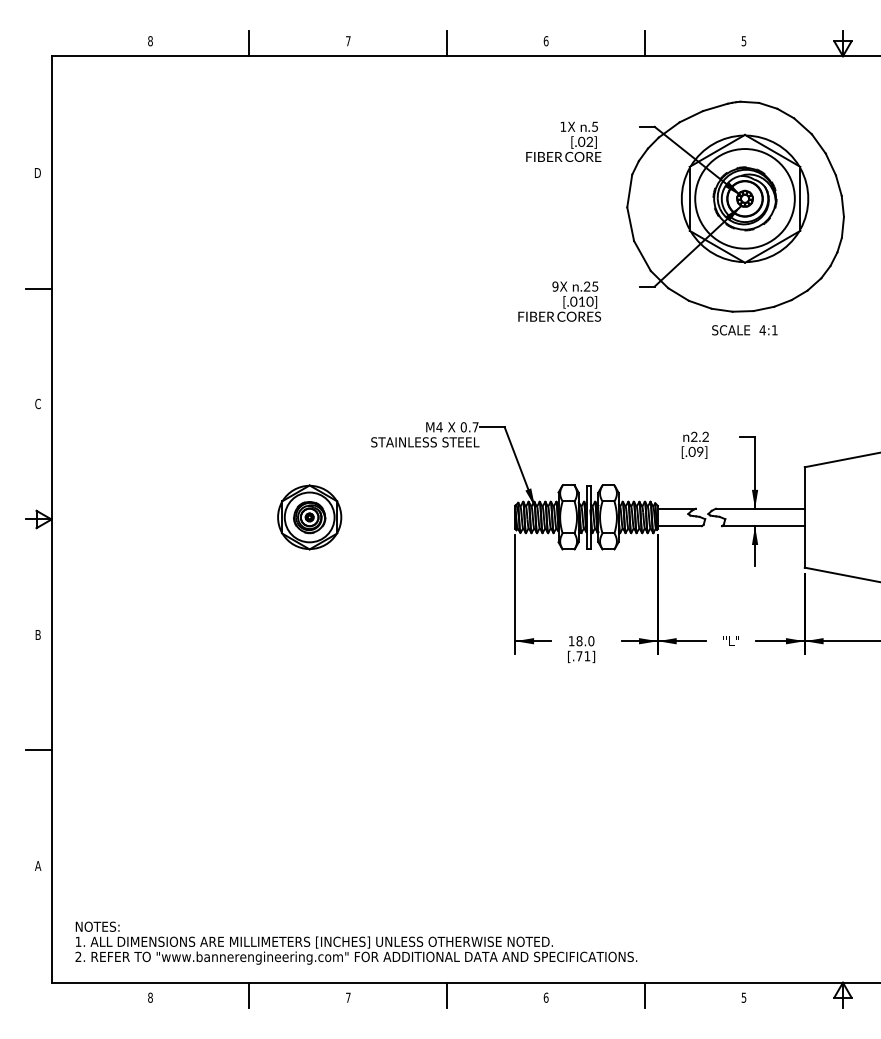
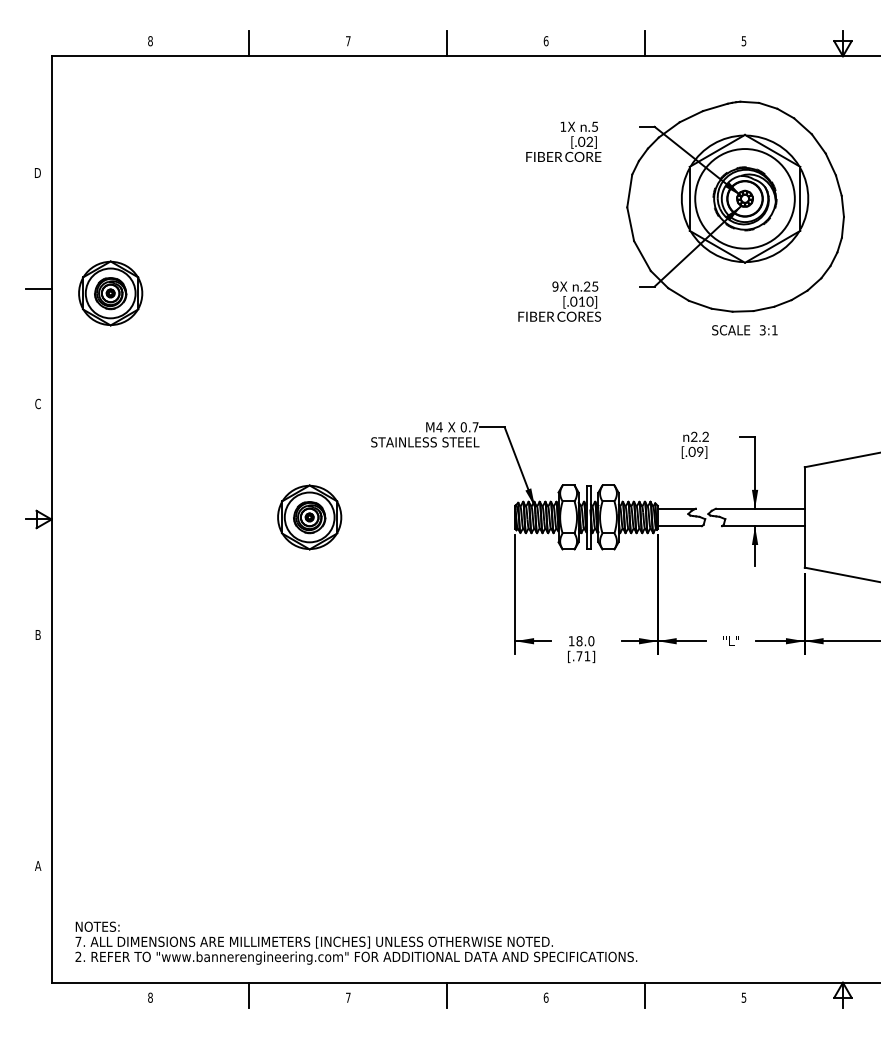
part at (110, 293): none -> present
text at (762, 330): 4:1 -> 3:1
line at (38, 750): present -> none
text at (78, 941): 1. -> 7.
